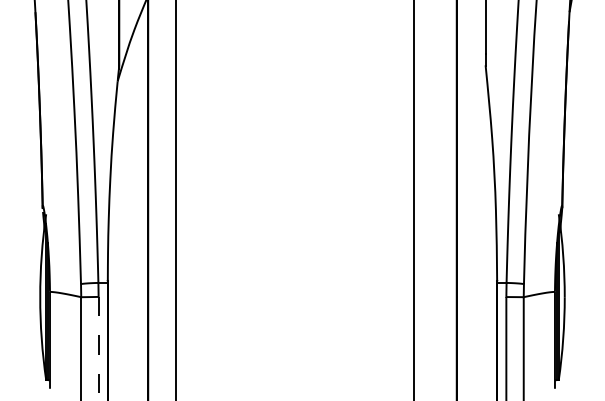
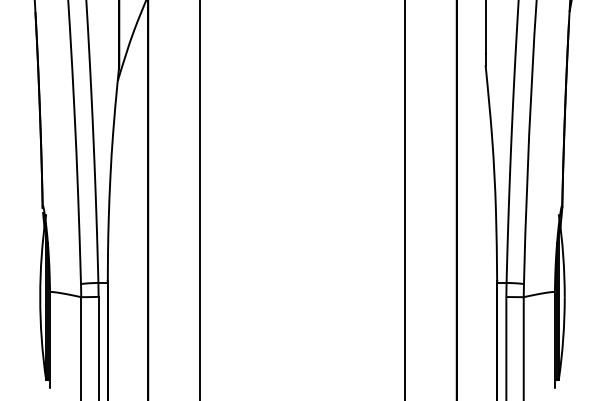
line at (175, 199) position: (175, 199) -> (199, 199)
line at (414, 199) position: (414, 199) -> (405, 199)
line at (98, 348): dashed -> solid
